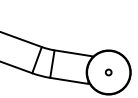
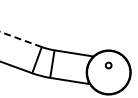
line at (21, 39): solid -> dashed
circle at (108, 72) position: (108, 72) -> (108, 65)
